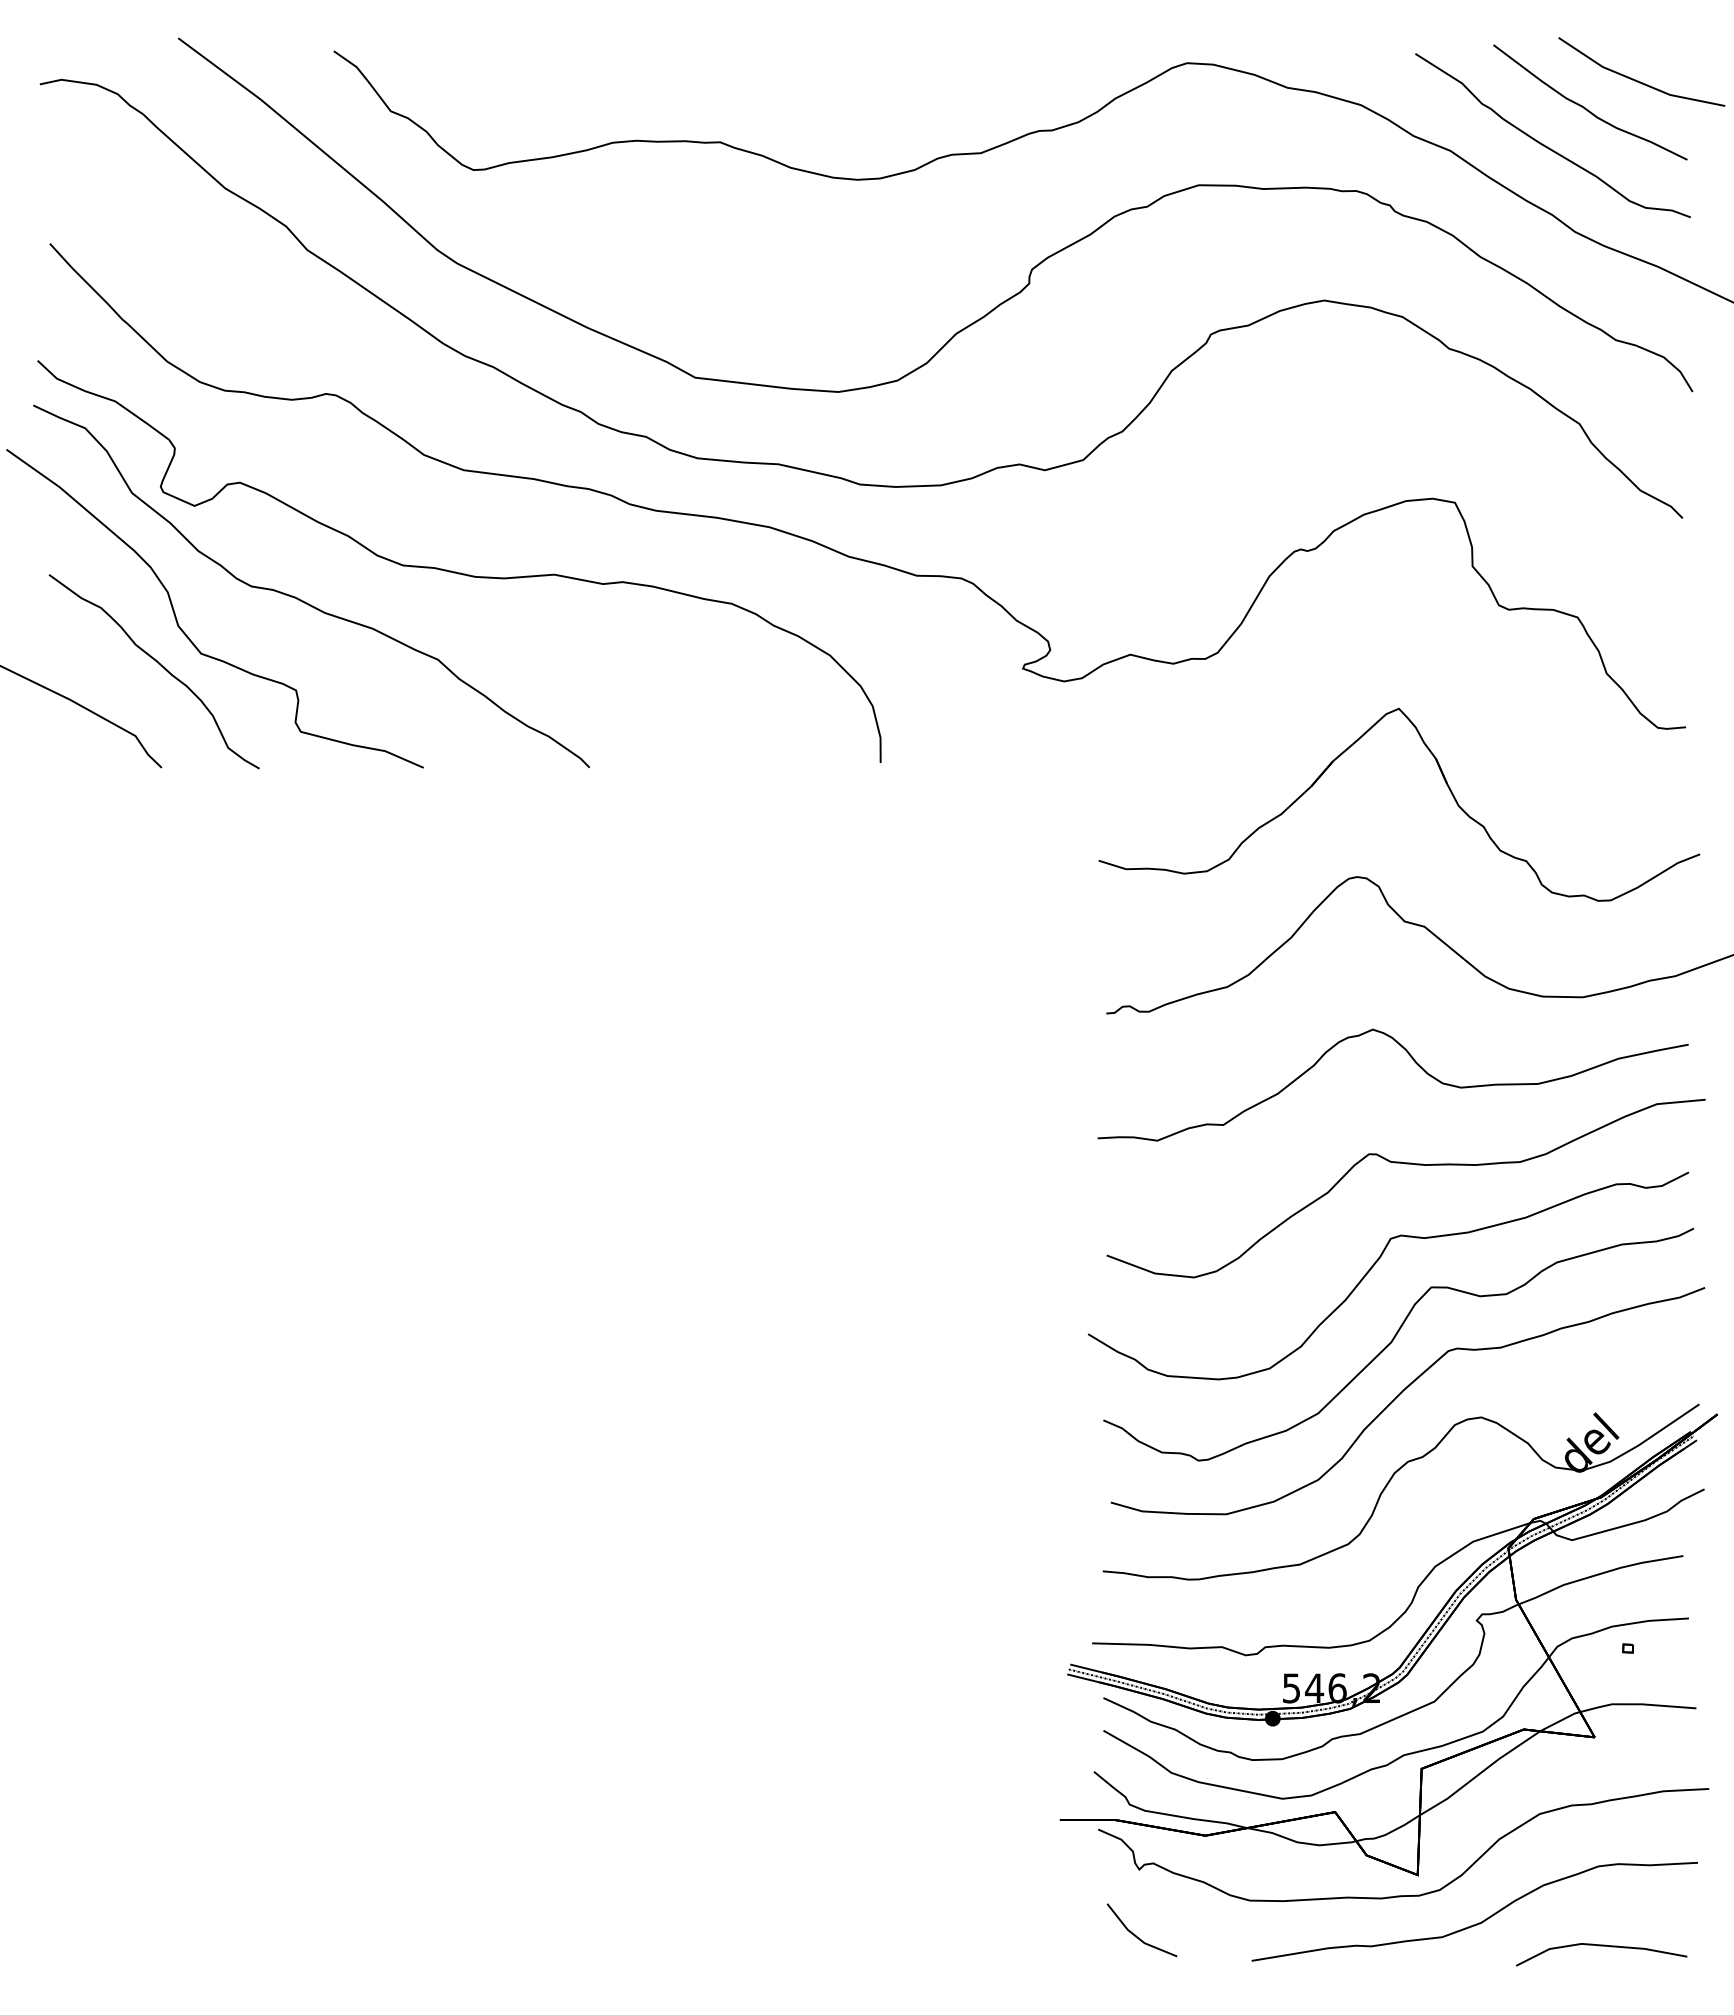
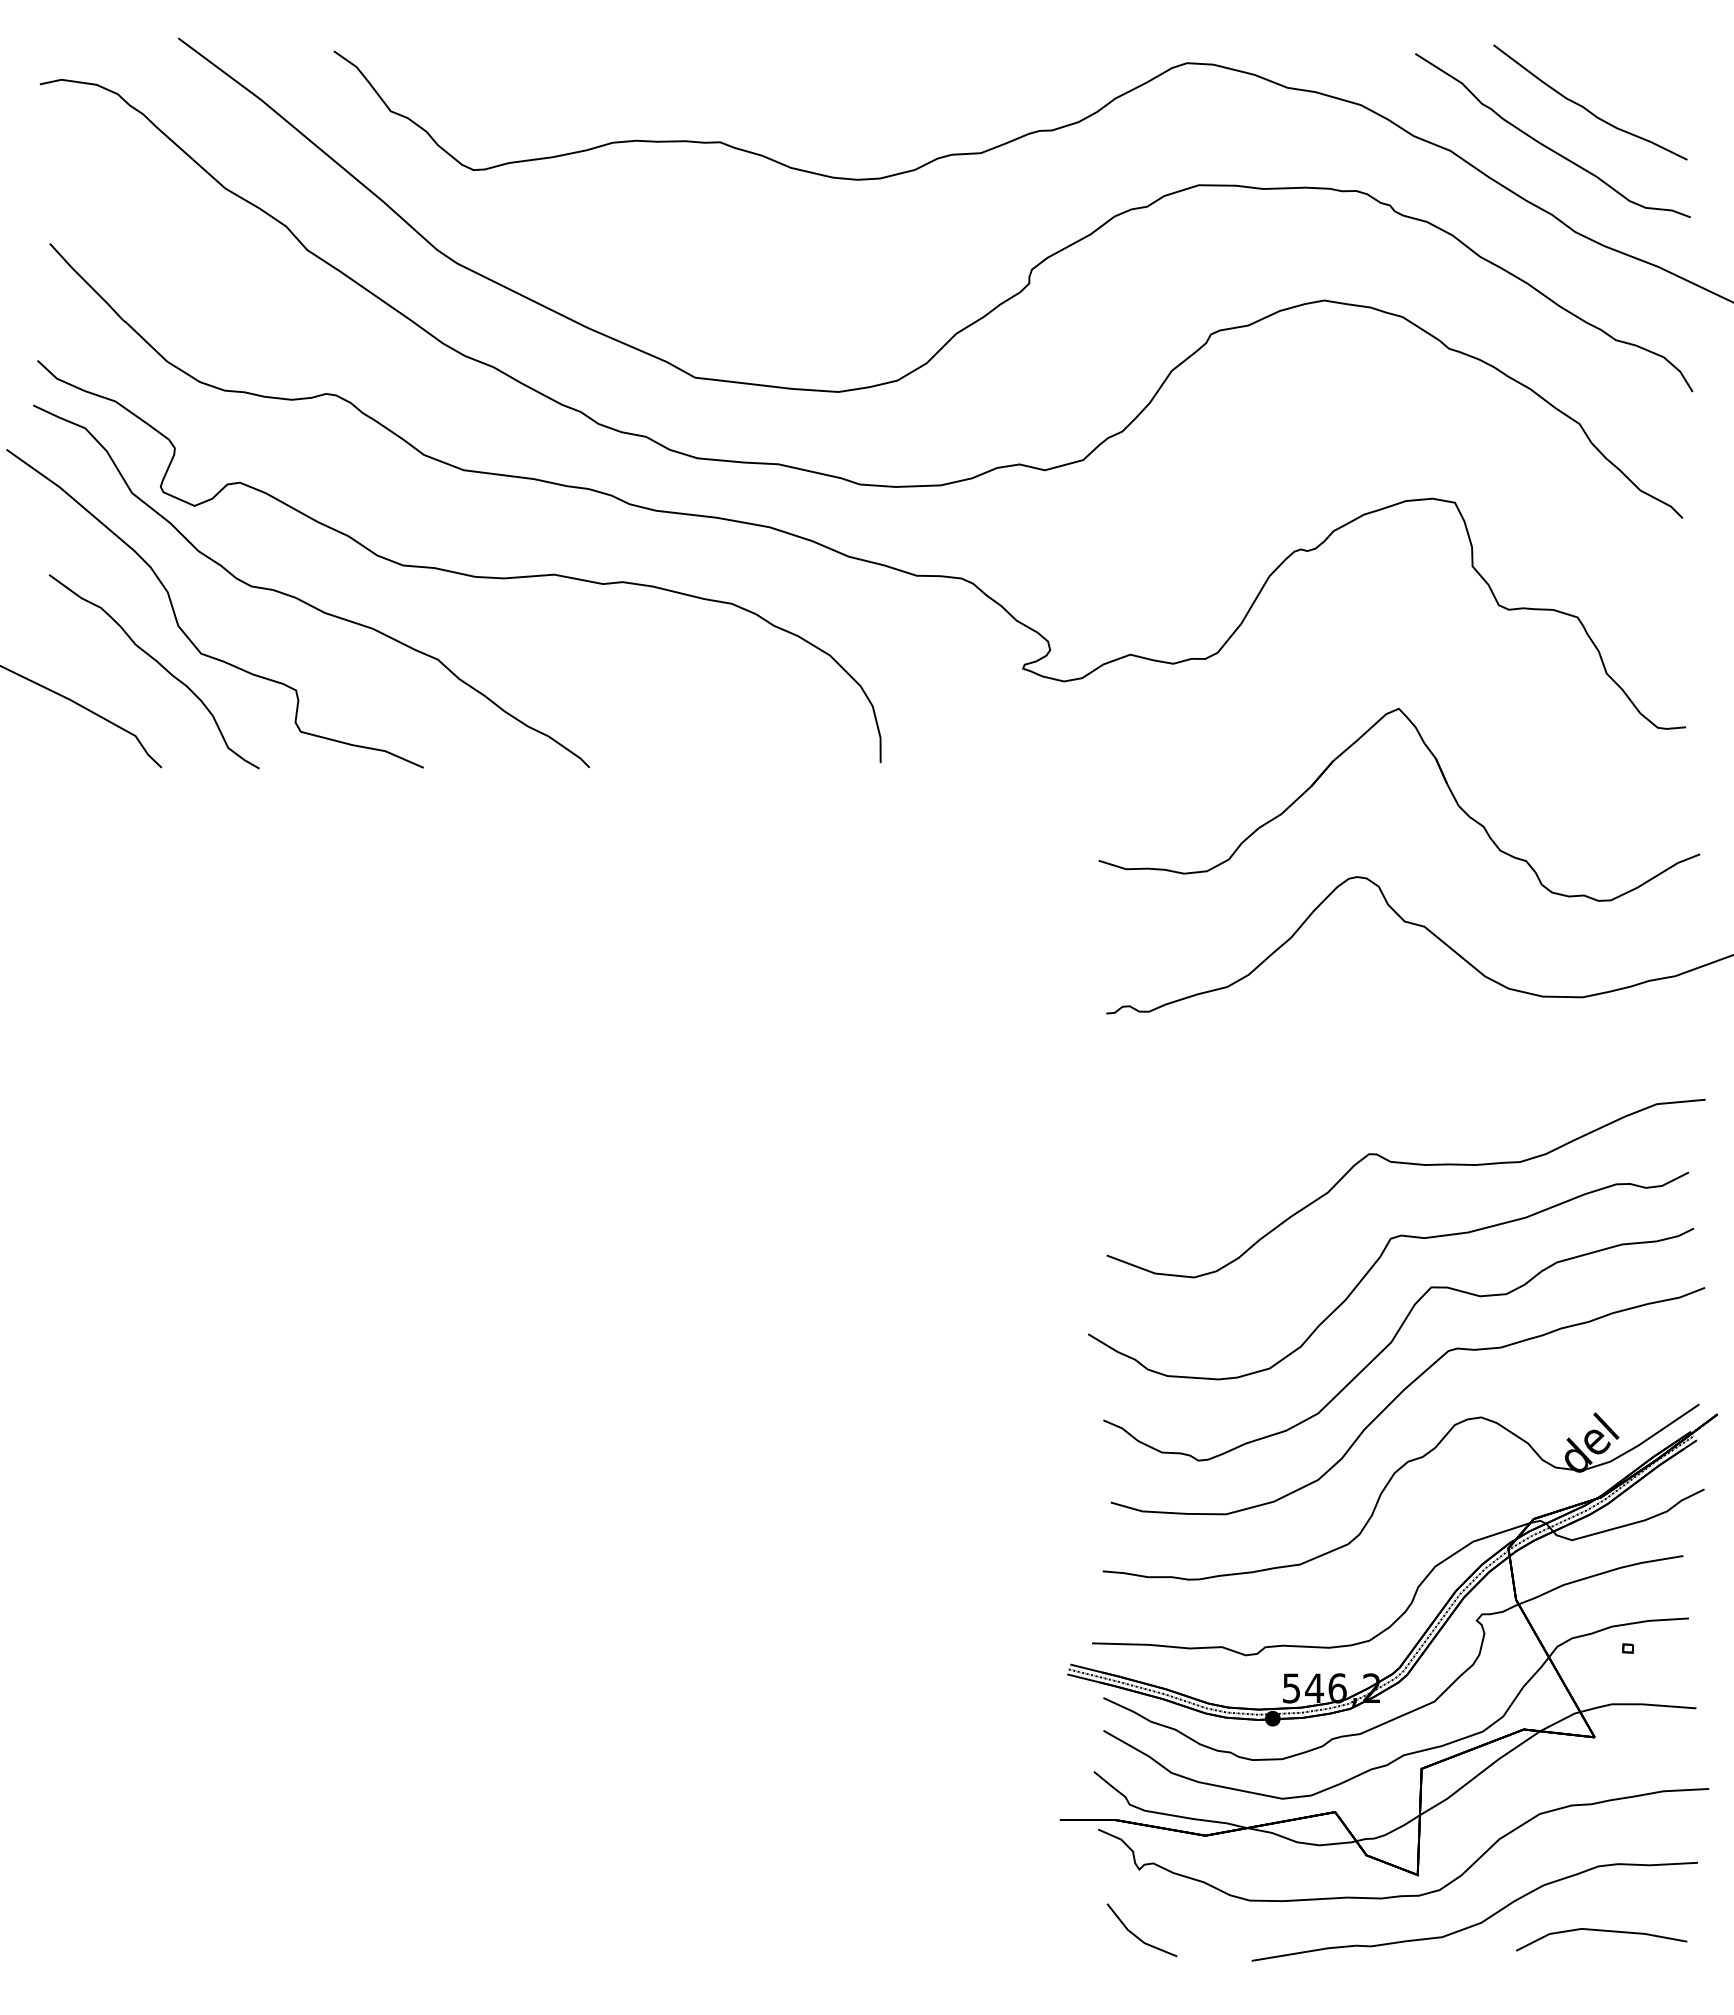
line at (1638, 80): present -> none
curve at (1414, 1062): present -> none
part at (1601, 1946) position: (1601, 1946) -> (1601, 1931)
